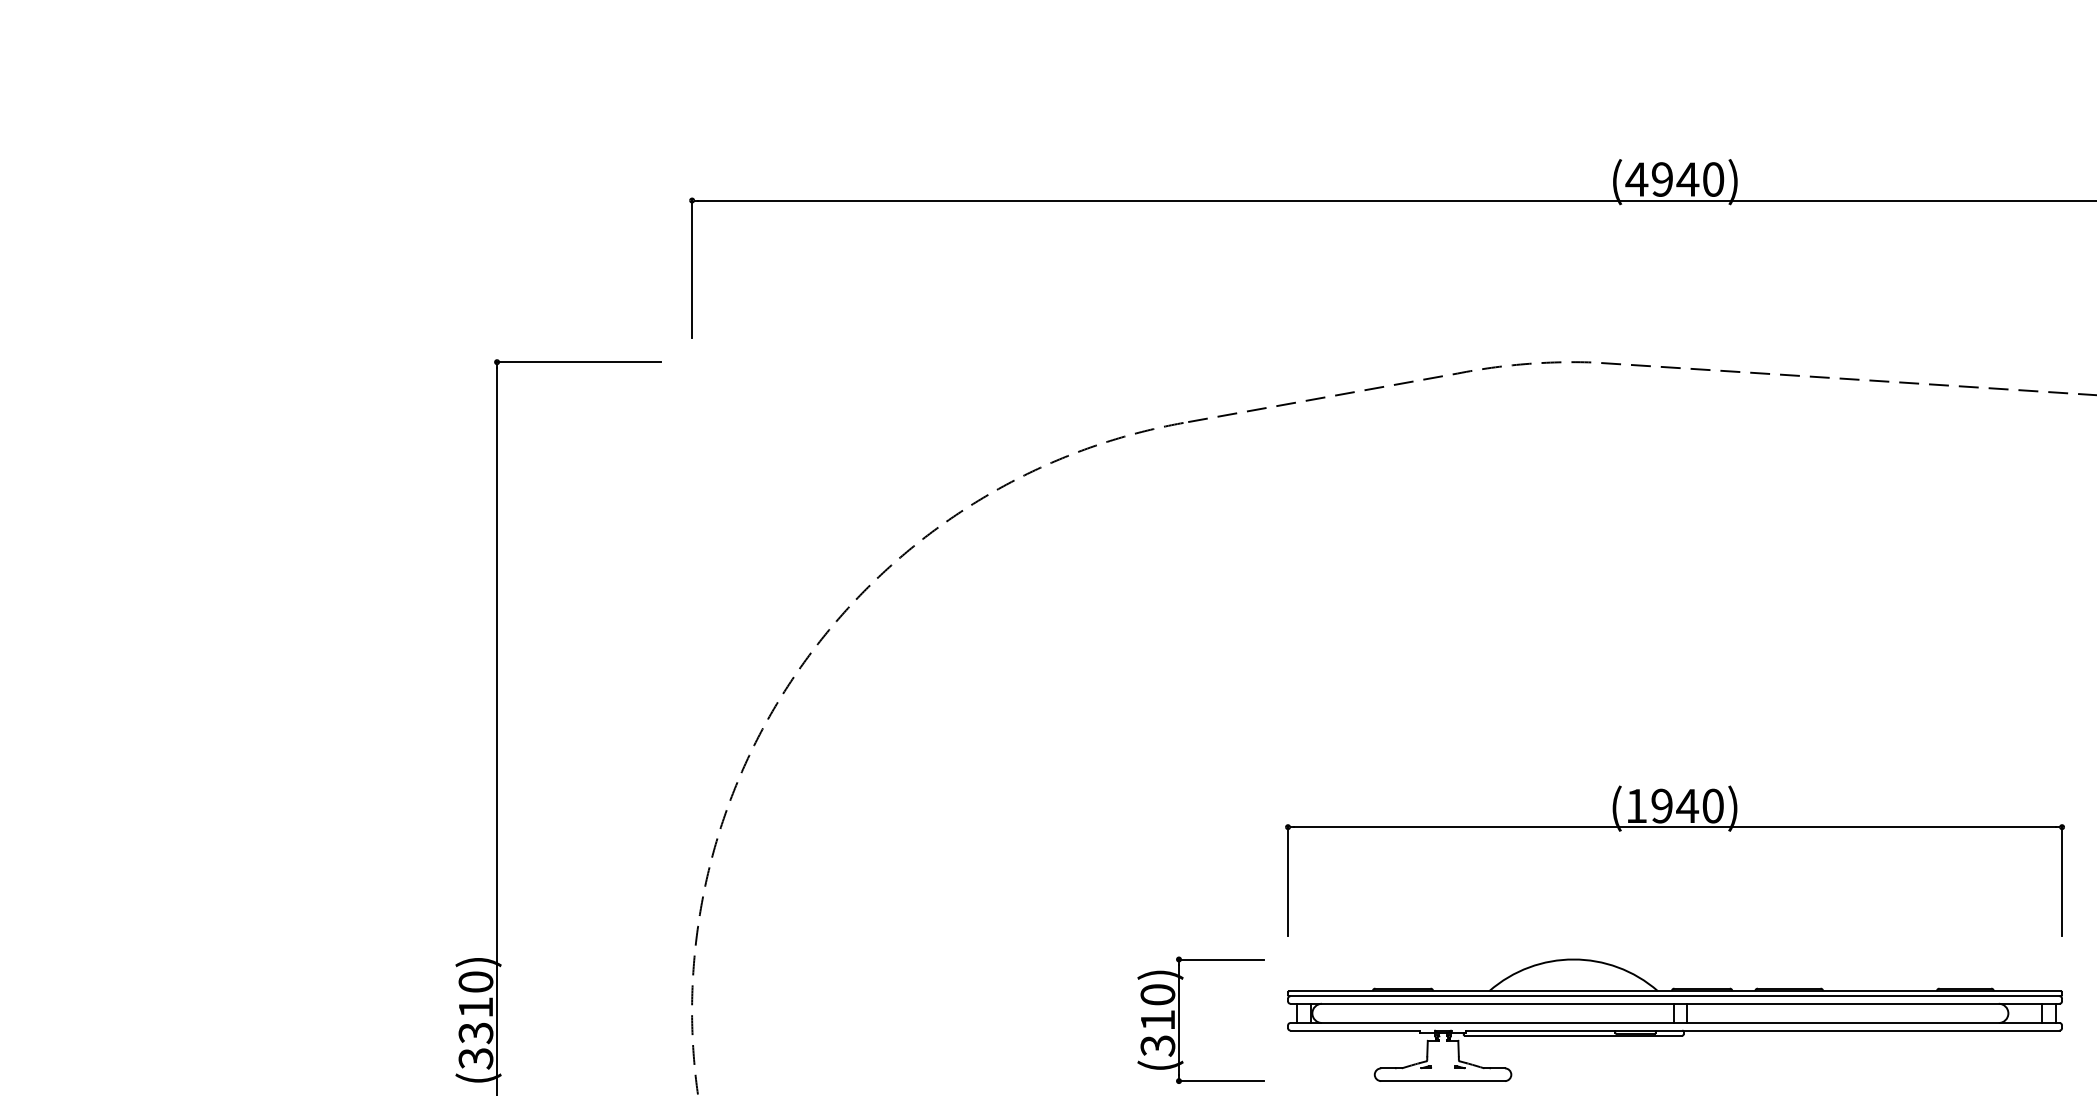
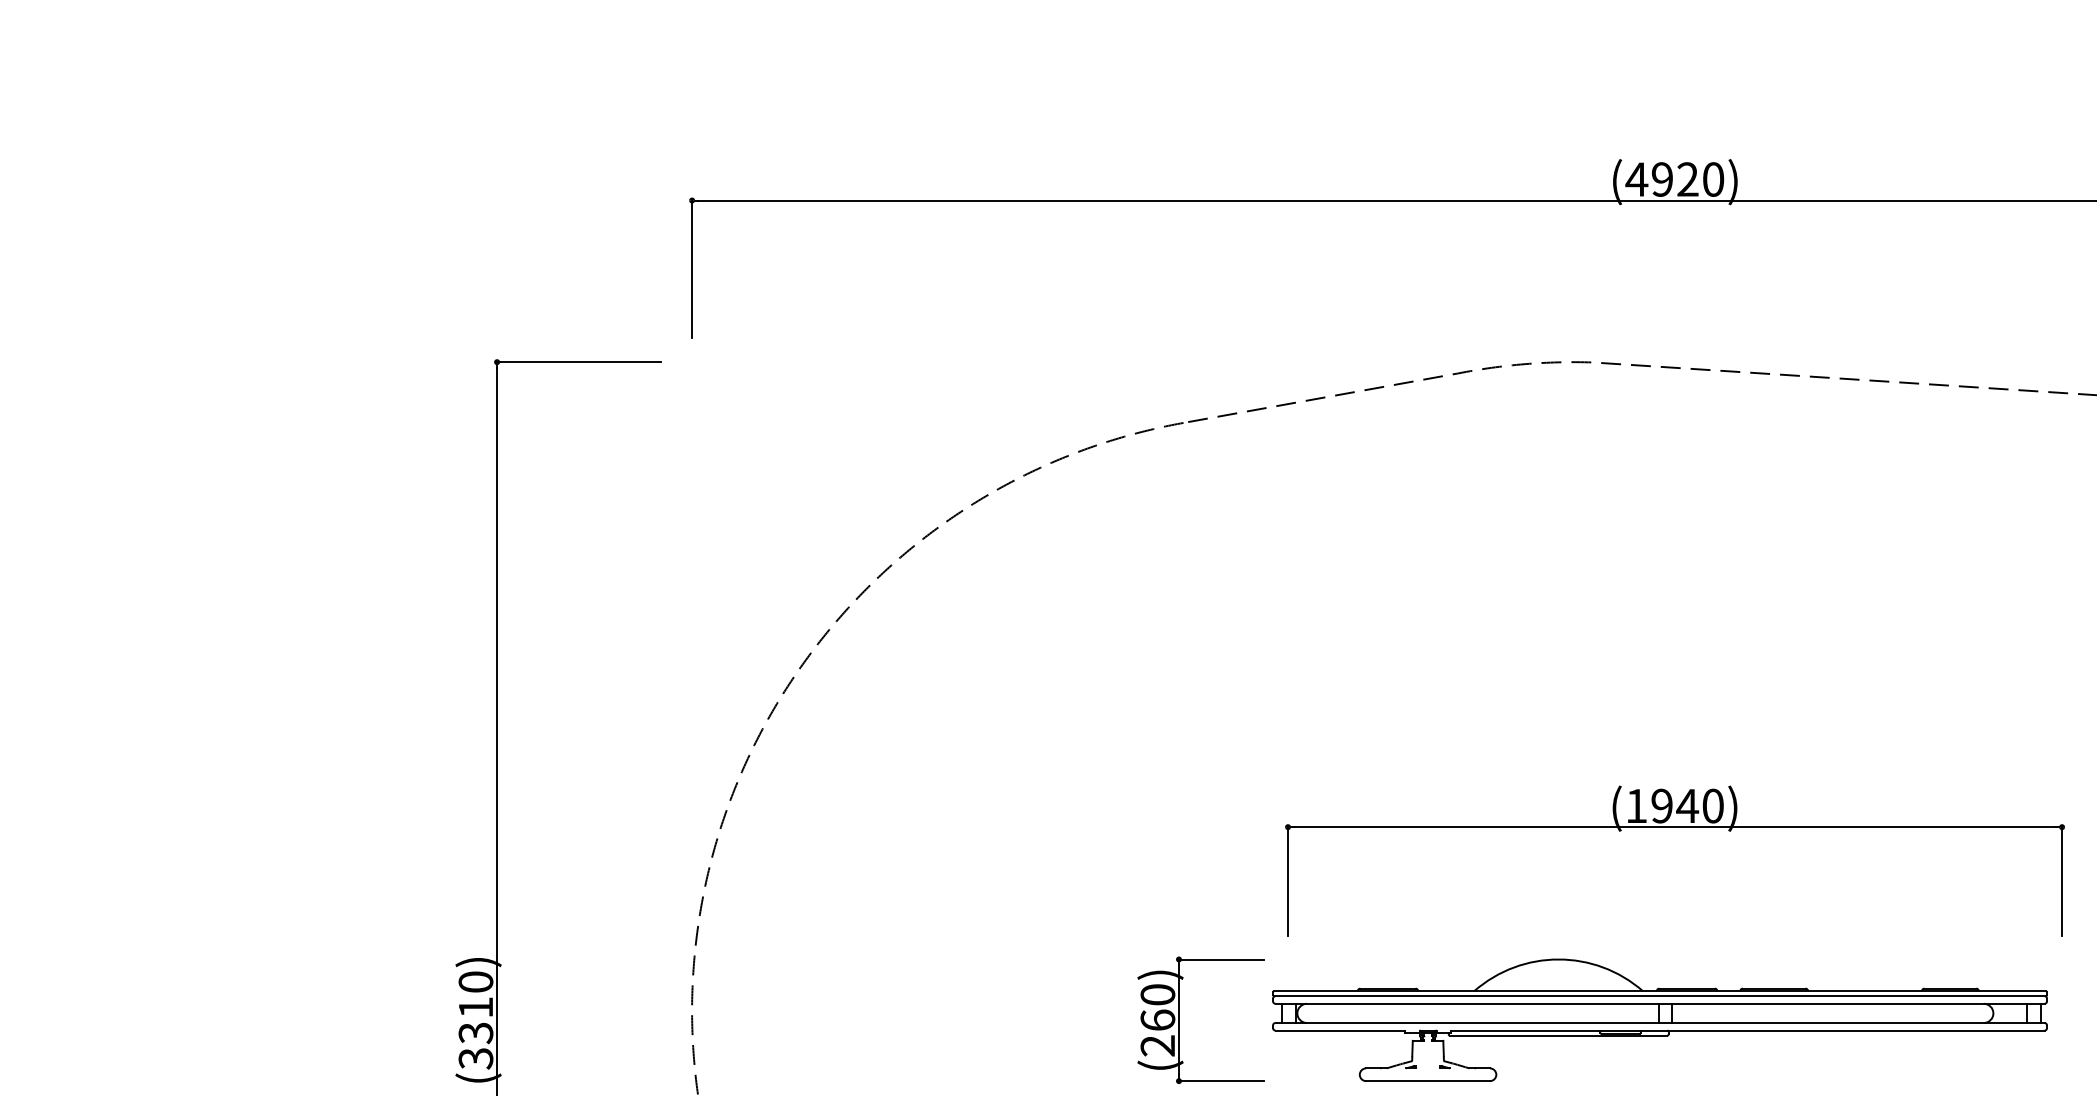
text at (1687, 179): (4940) -> (4920)
part at (1674, 1019) position: (1674, 1019) -> (1659, 1019)
text at (1157, 1032): (310) -> (260)
